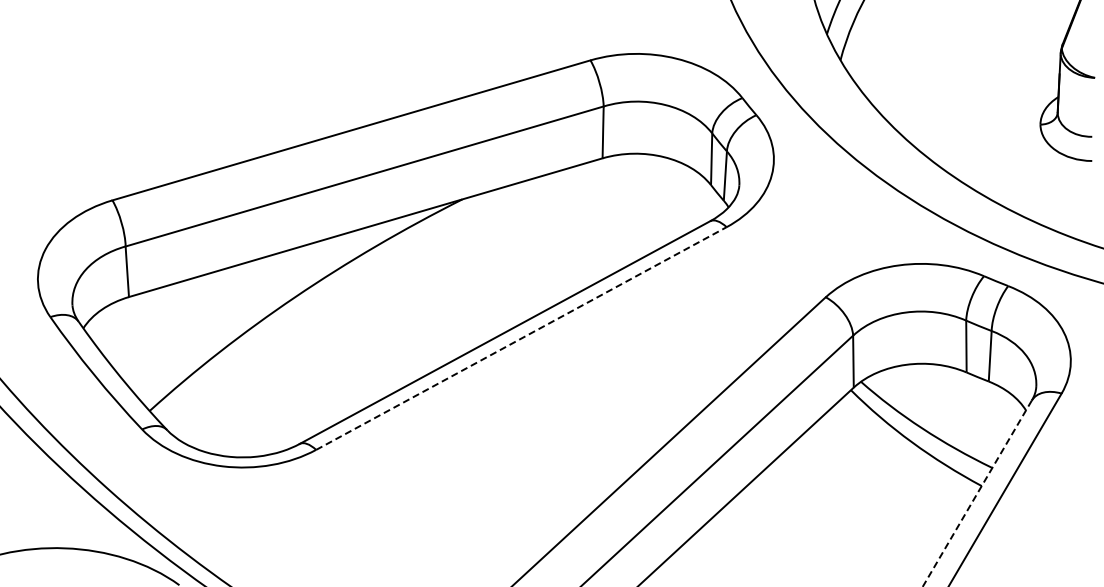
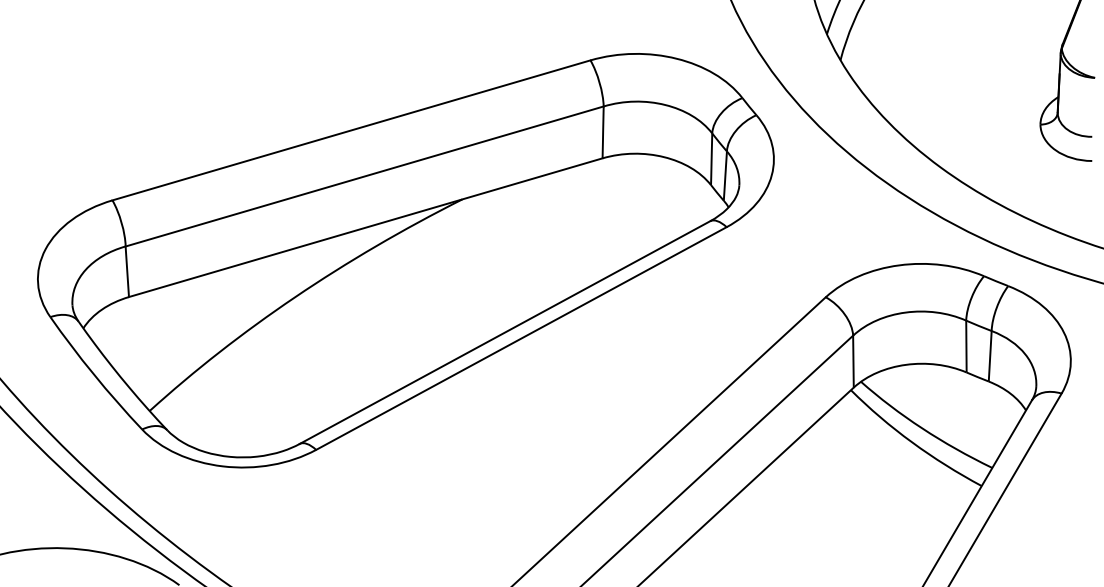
line at (521, 338): dashed -> solid
line at (977, 493): dashed -> solid
